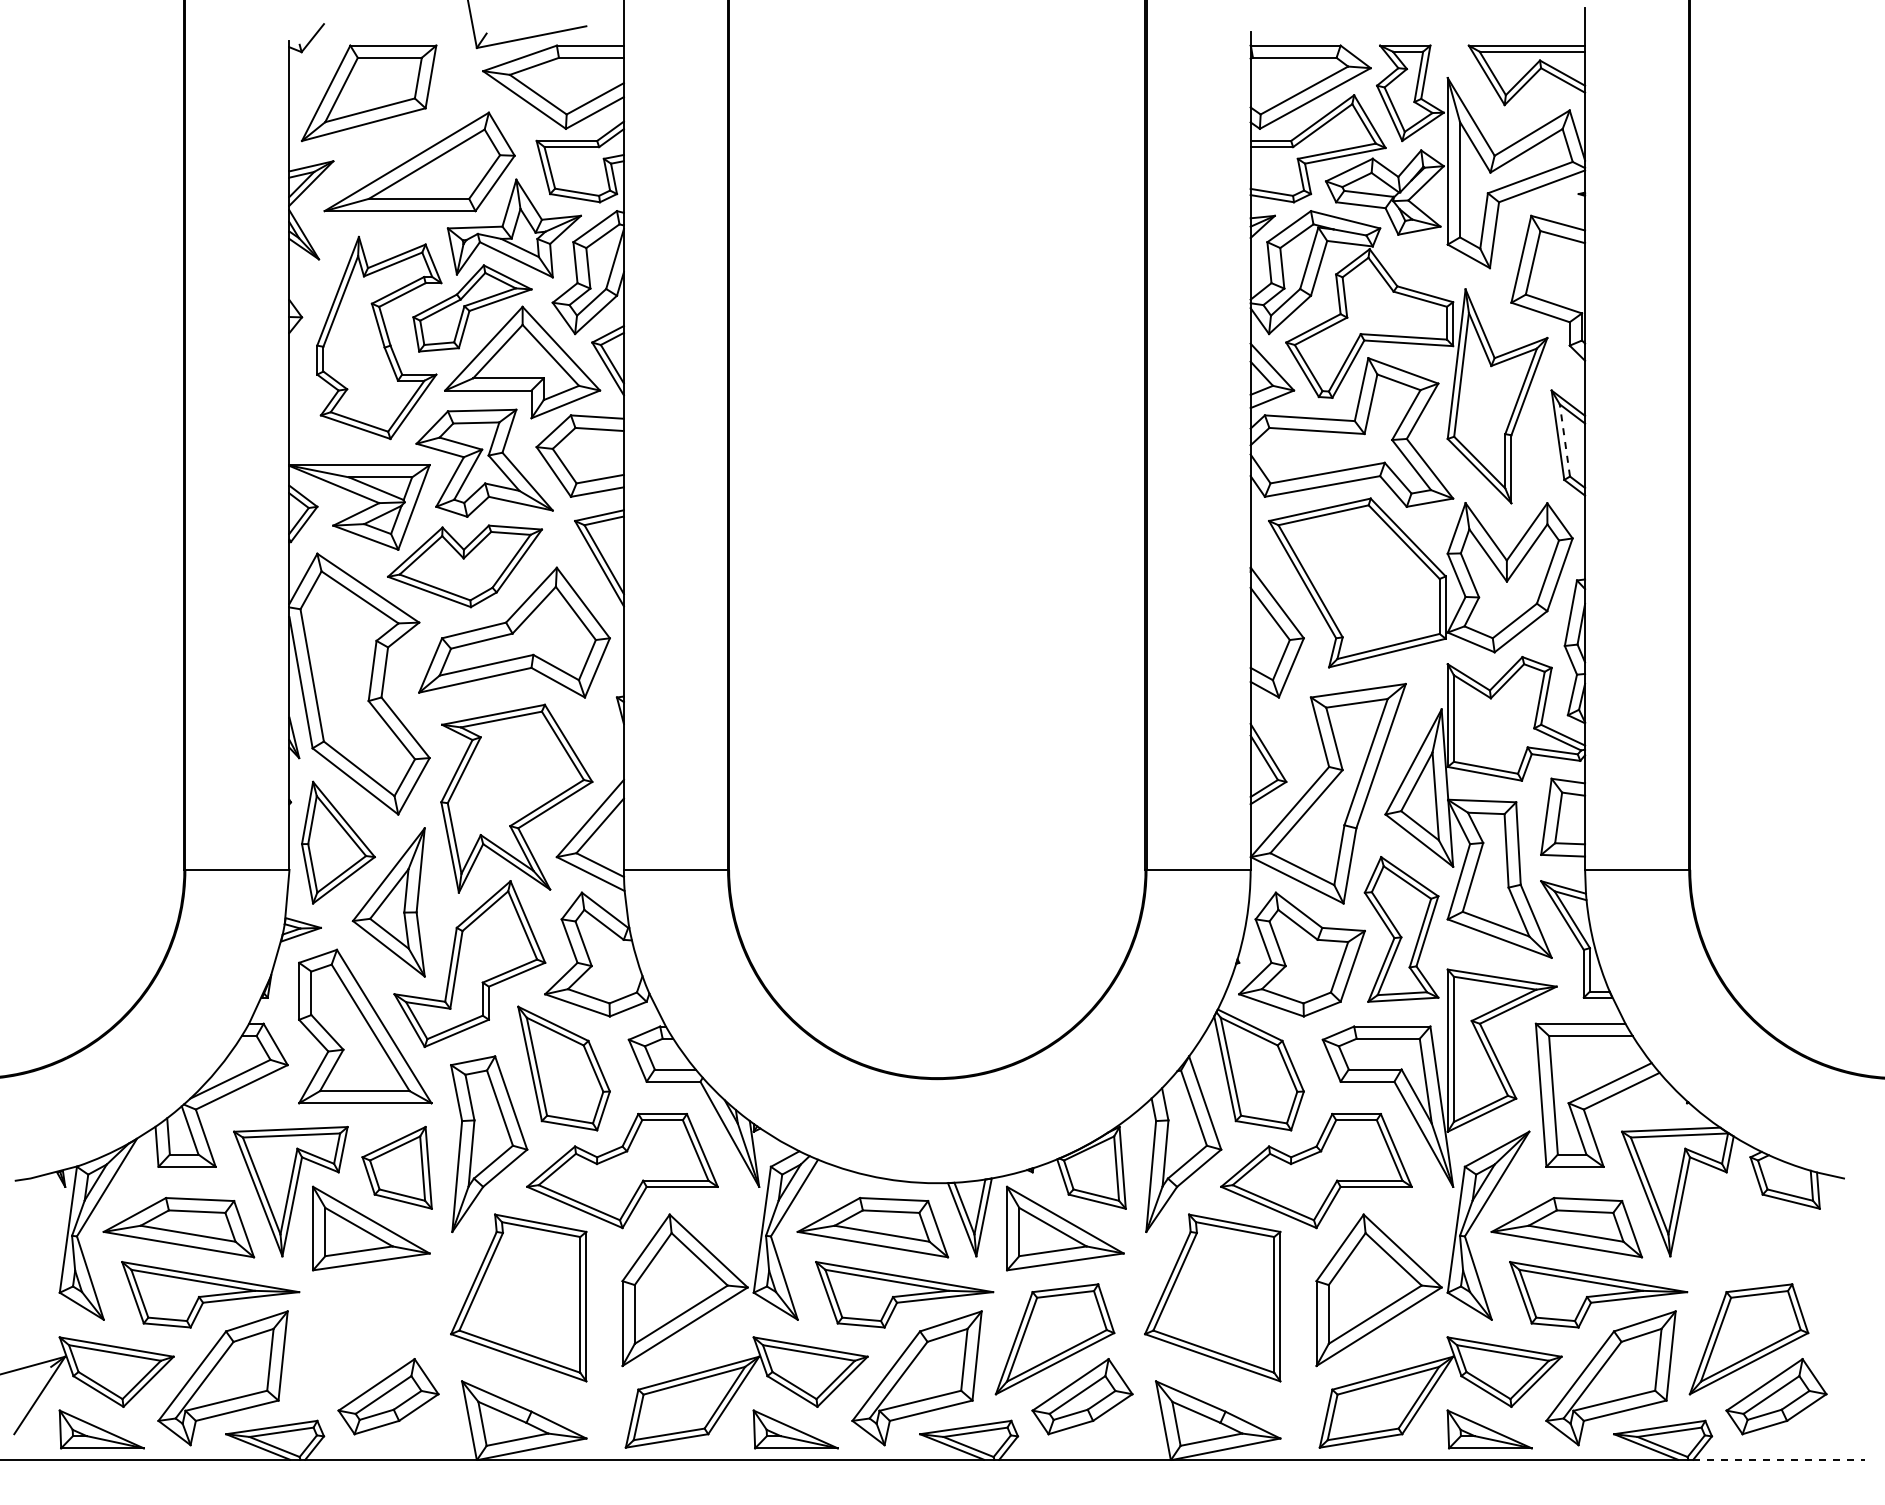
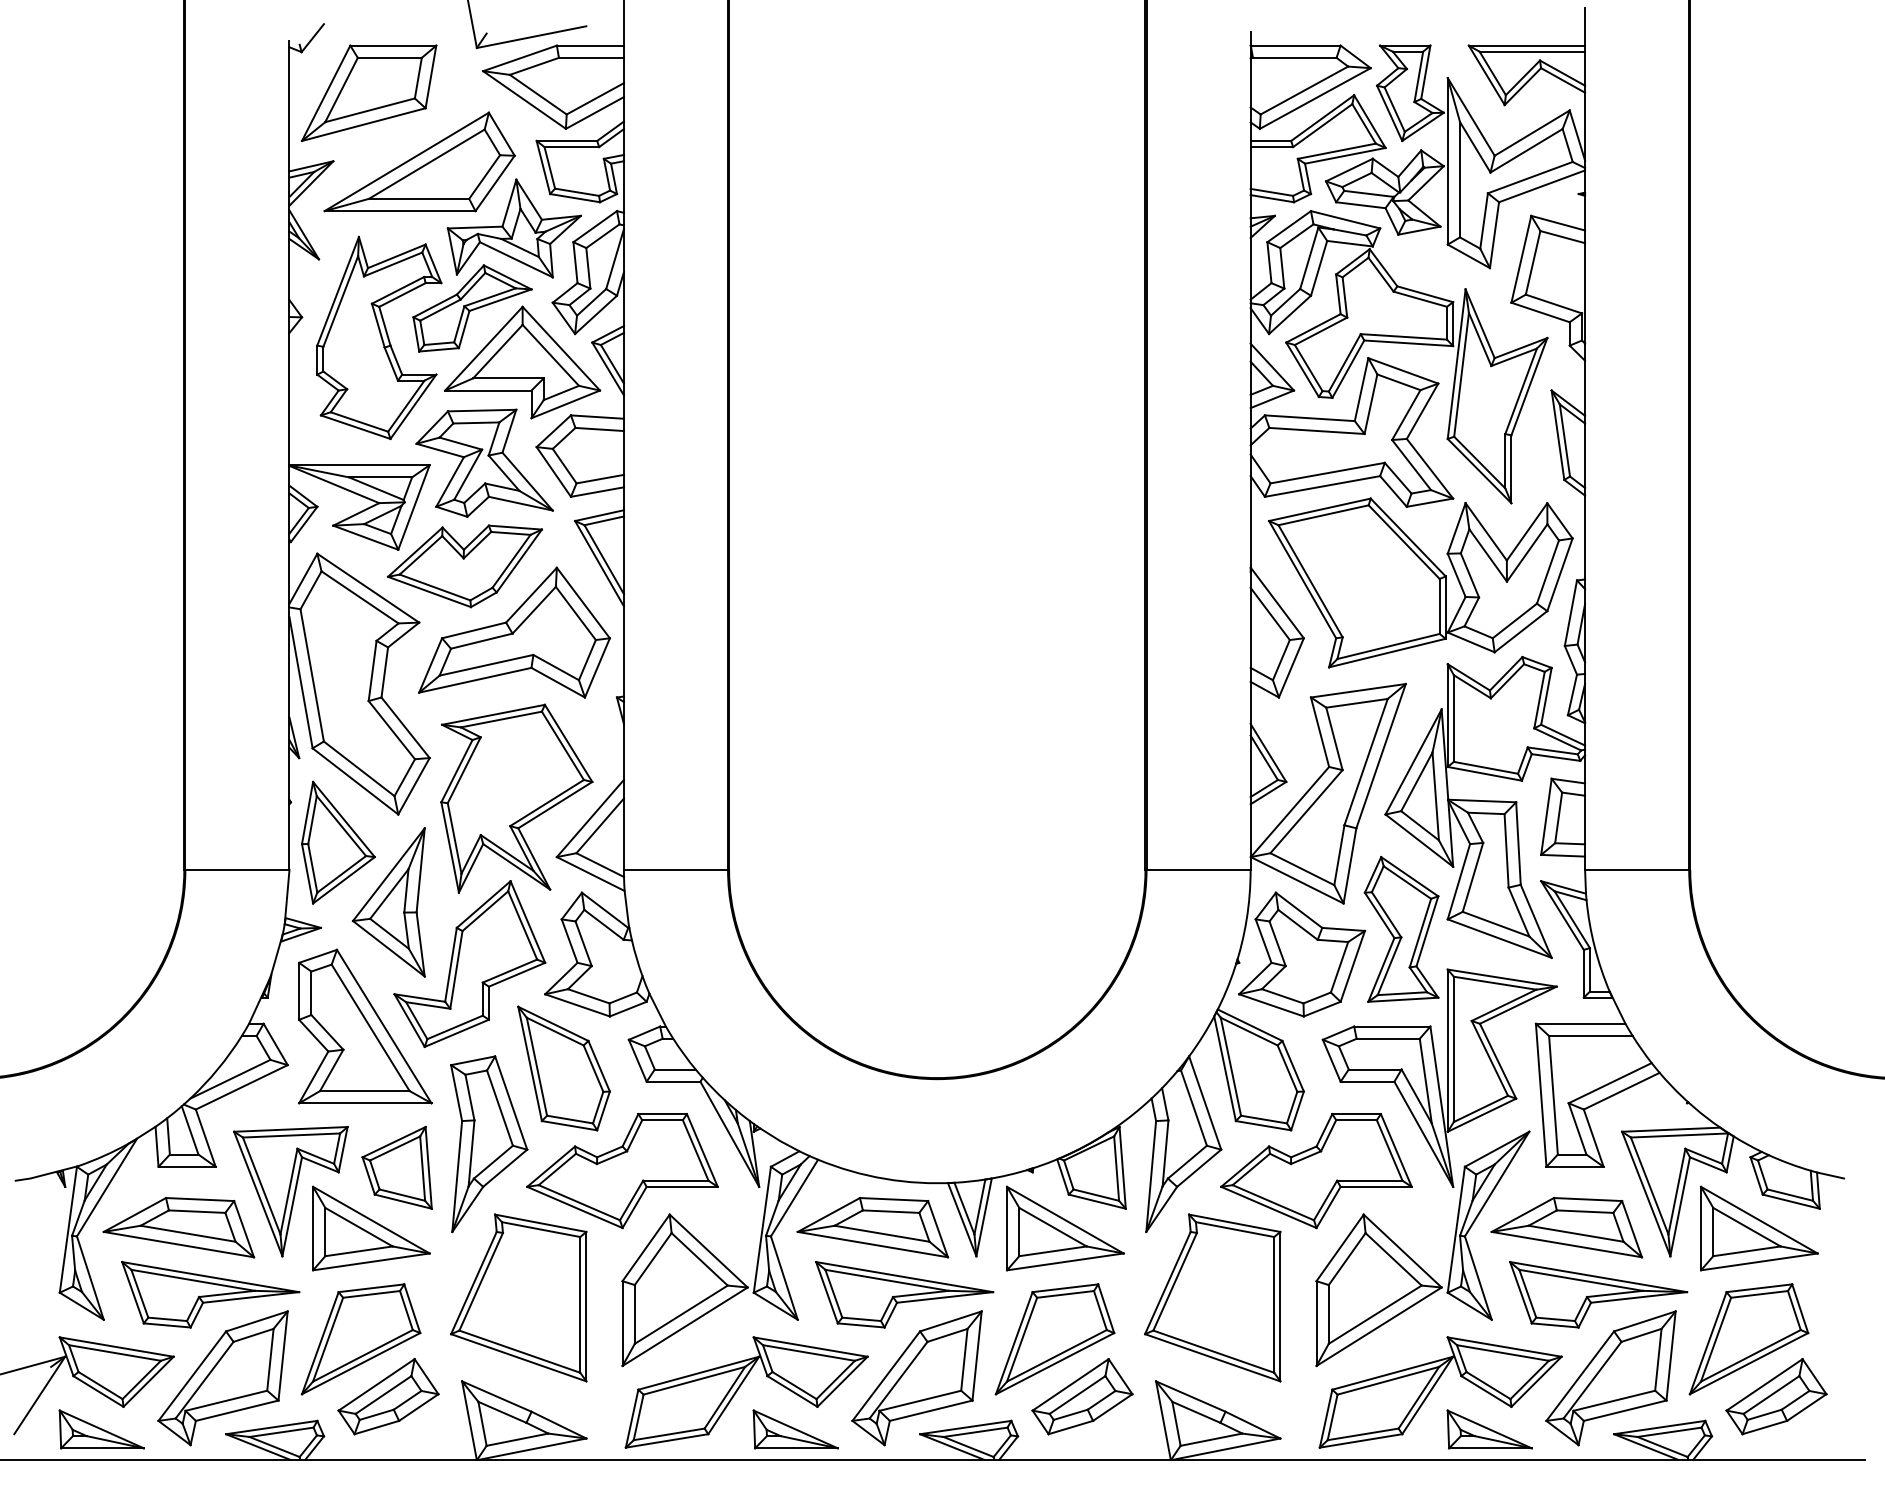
line at (1564, 439): dashed -> solid
part at (1759, 1228): none -> present
part at (360, 1339): none -> present
line at (1779, 1459): dashed -> solid
